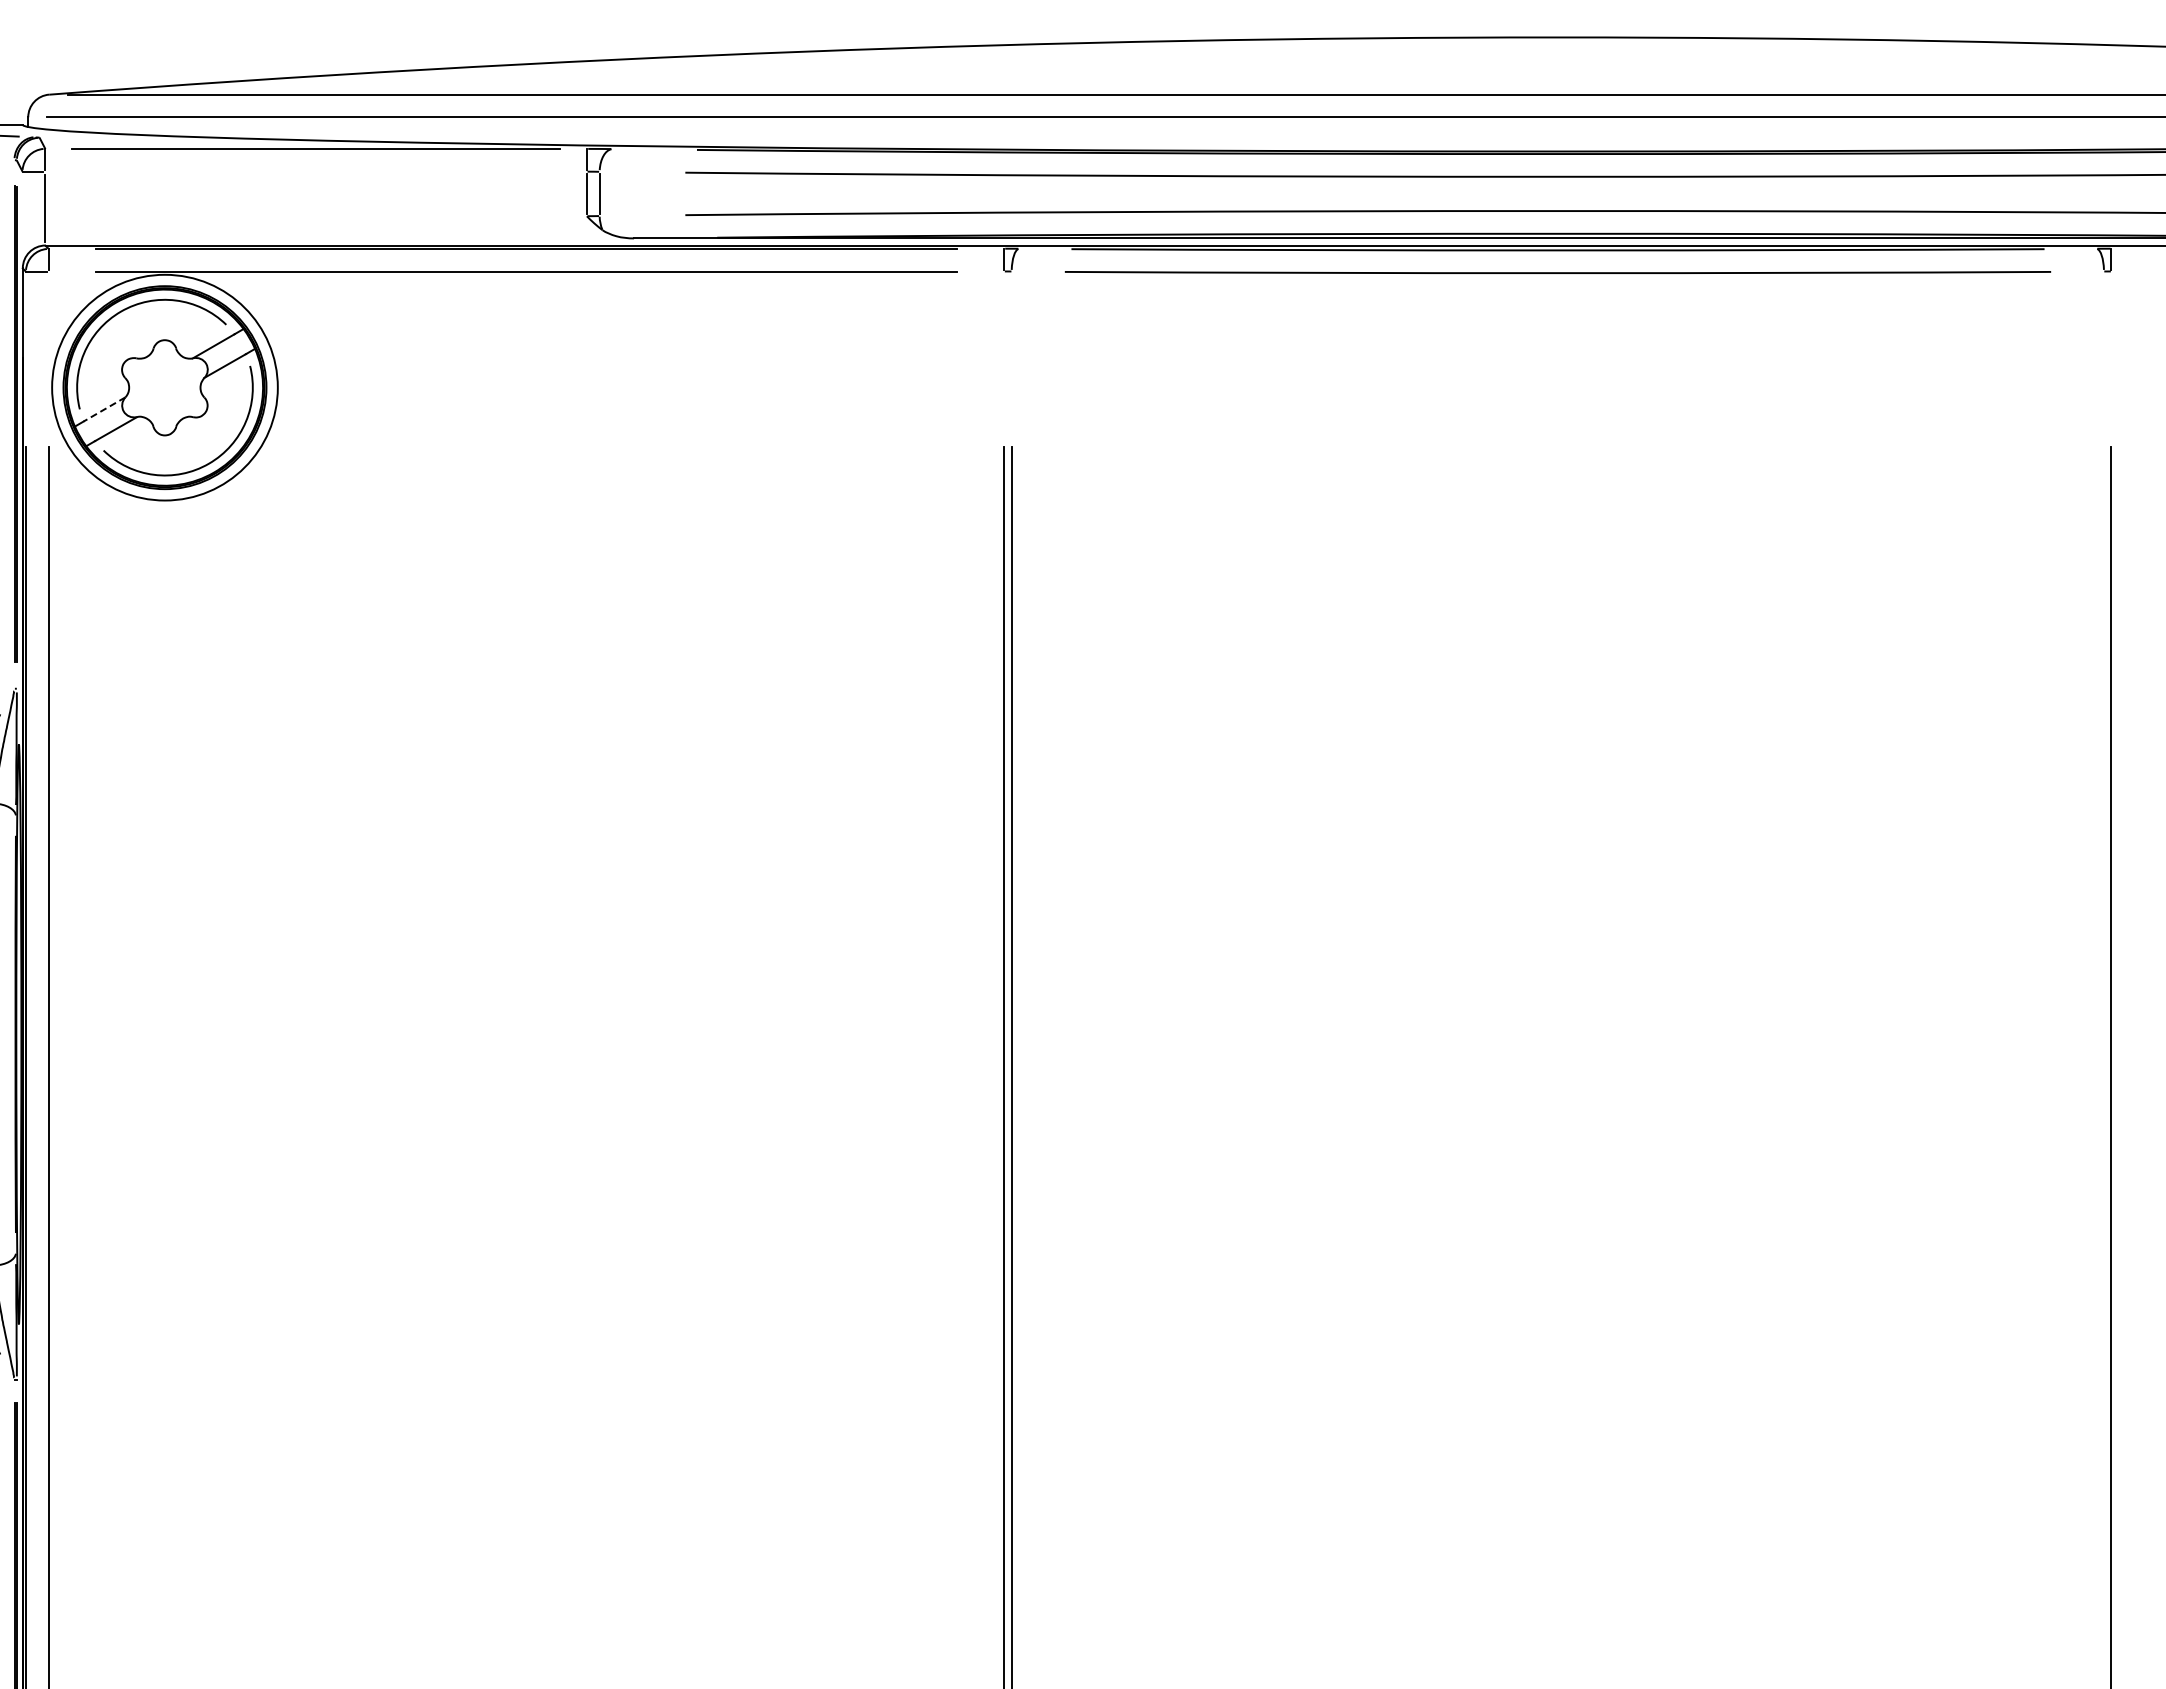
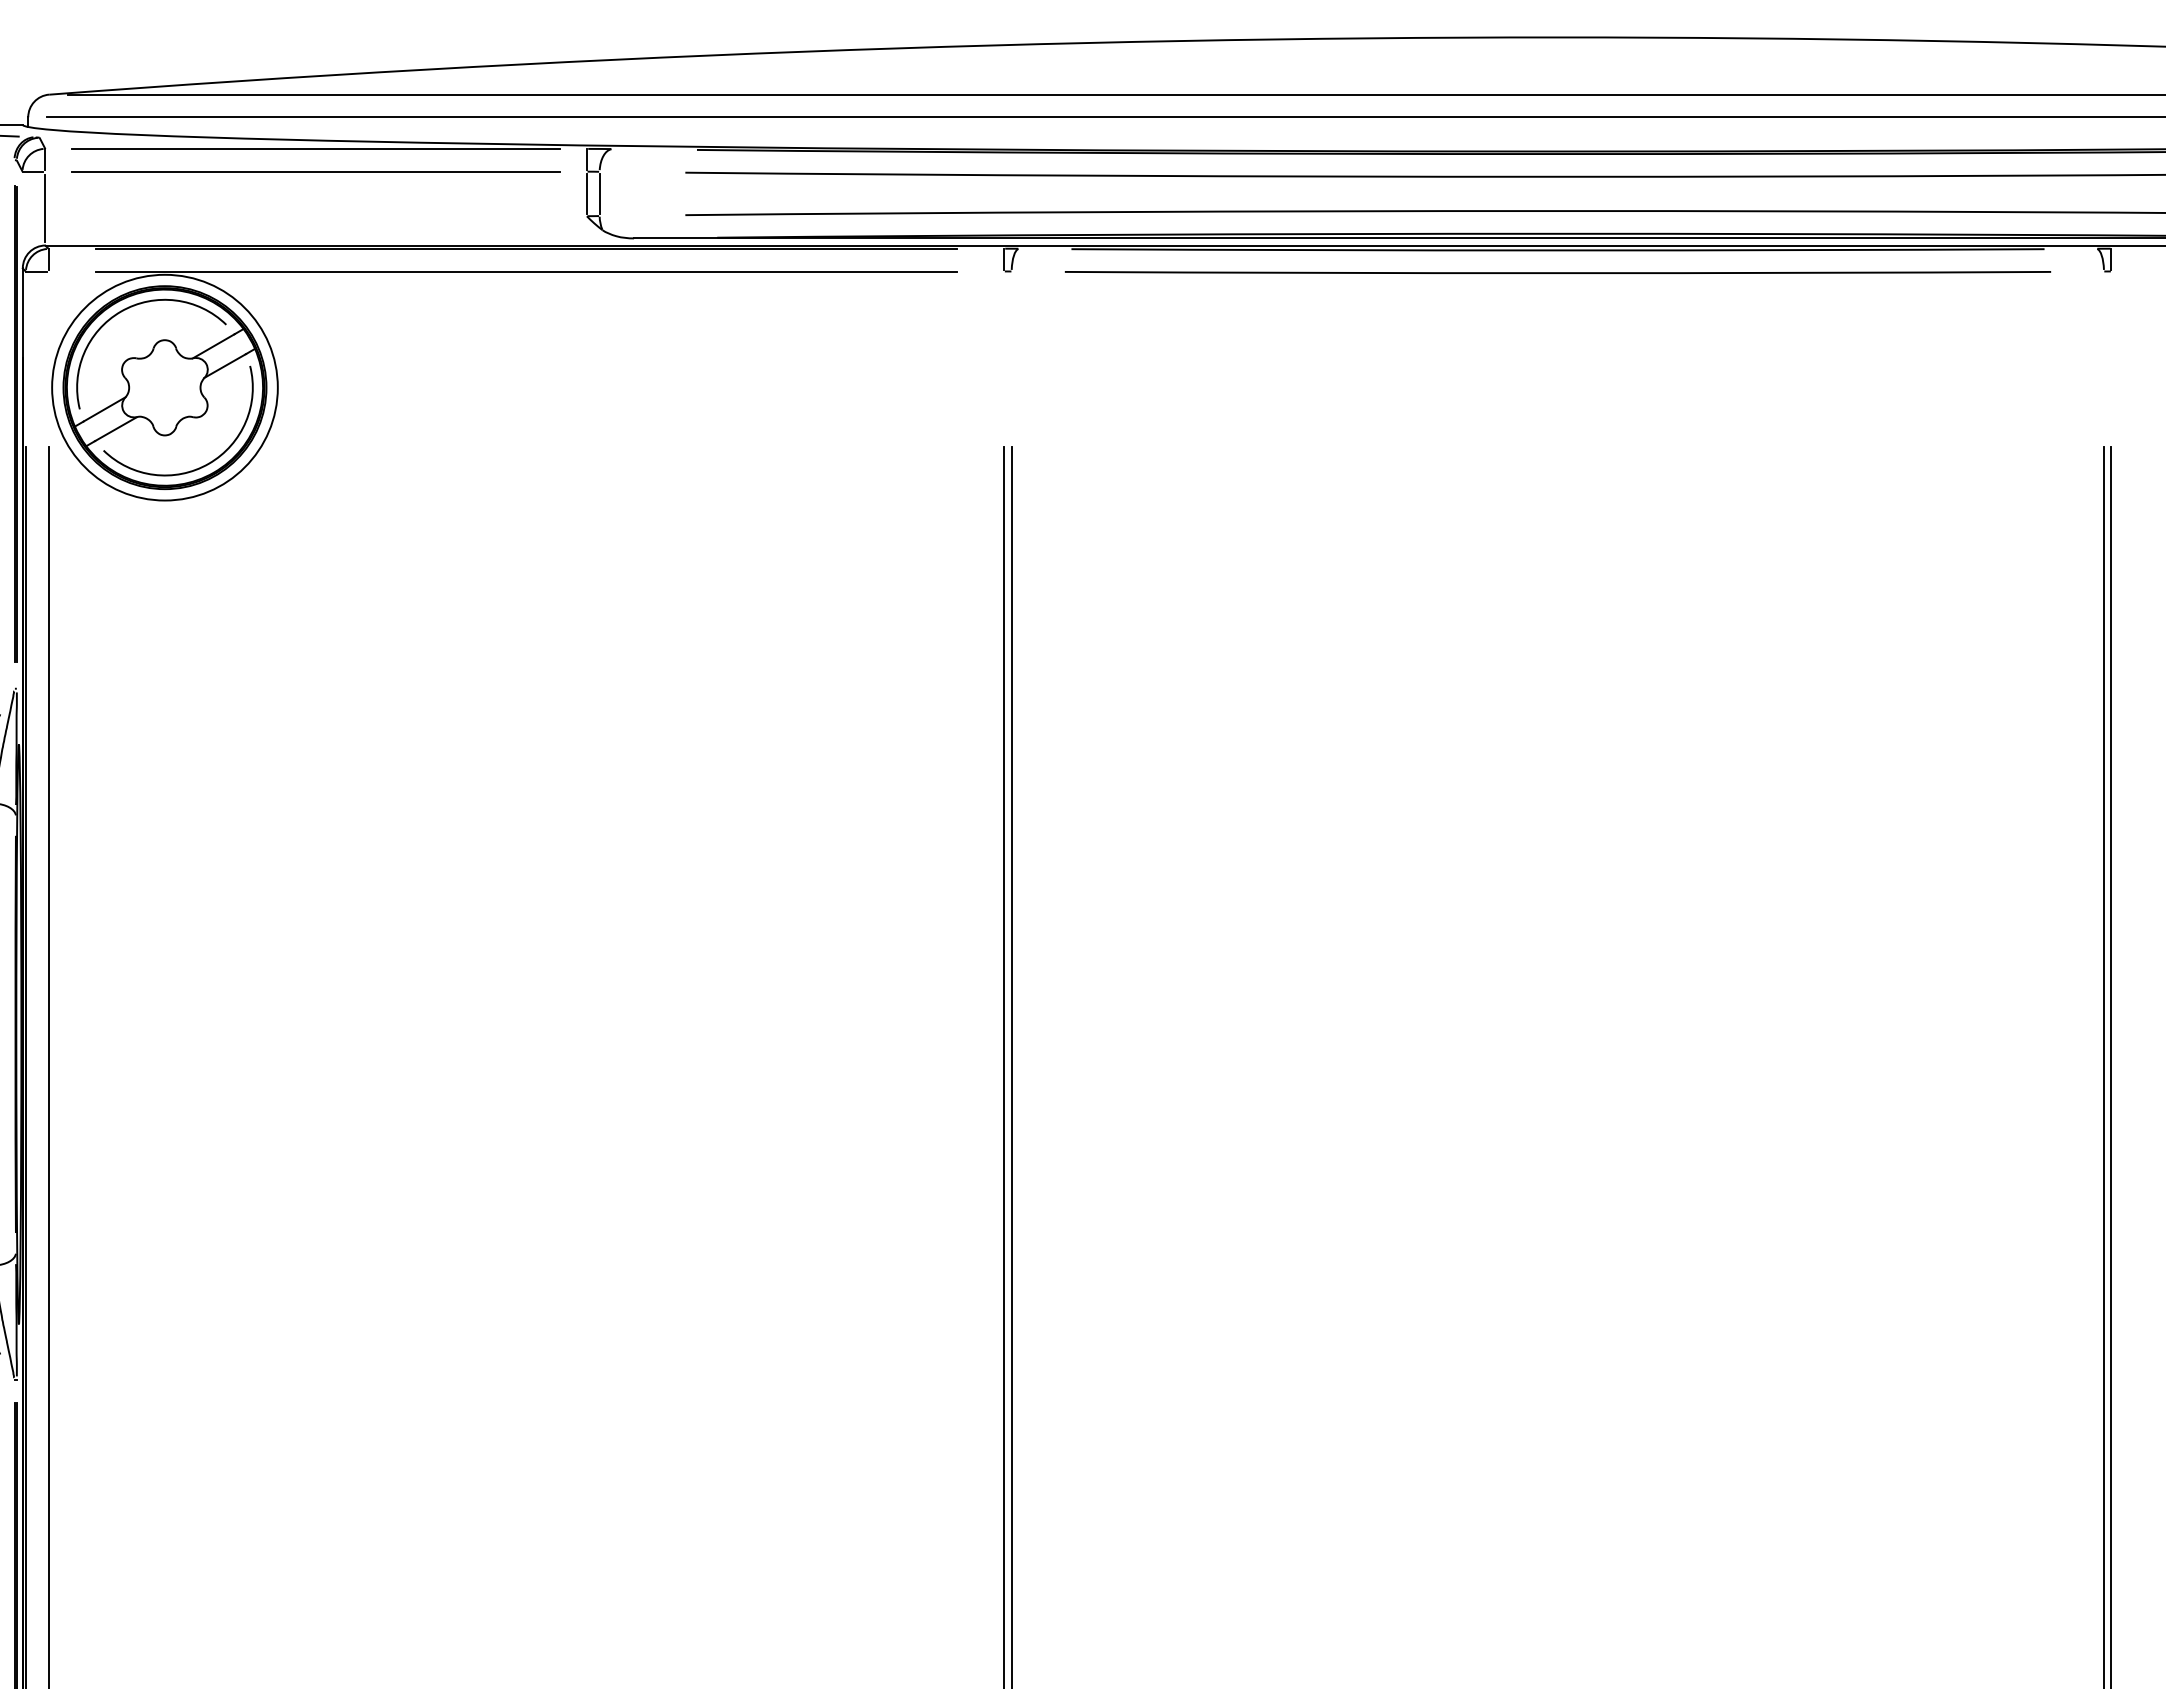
line at (315, 171): none -> present
line at (104, 409): dashed -> solid
line at (2103, 1066): none -> present
